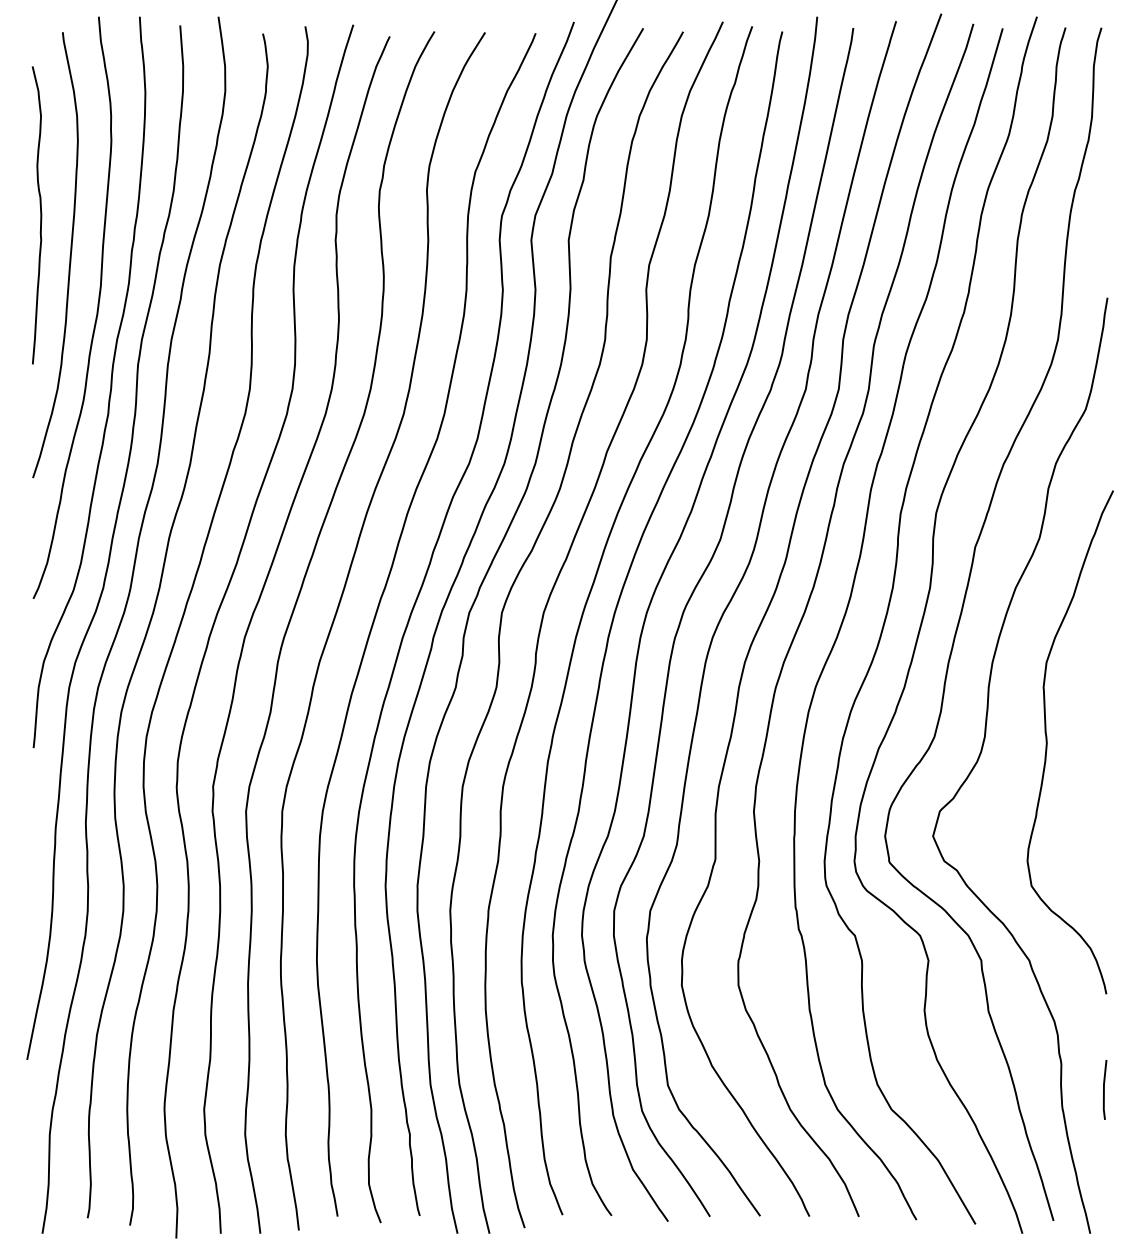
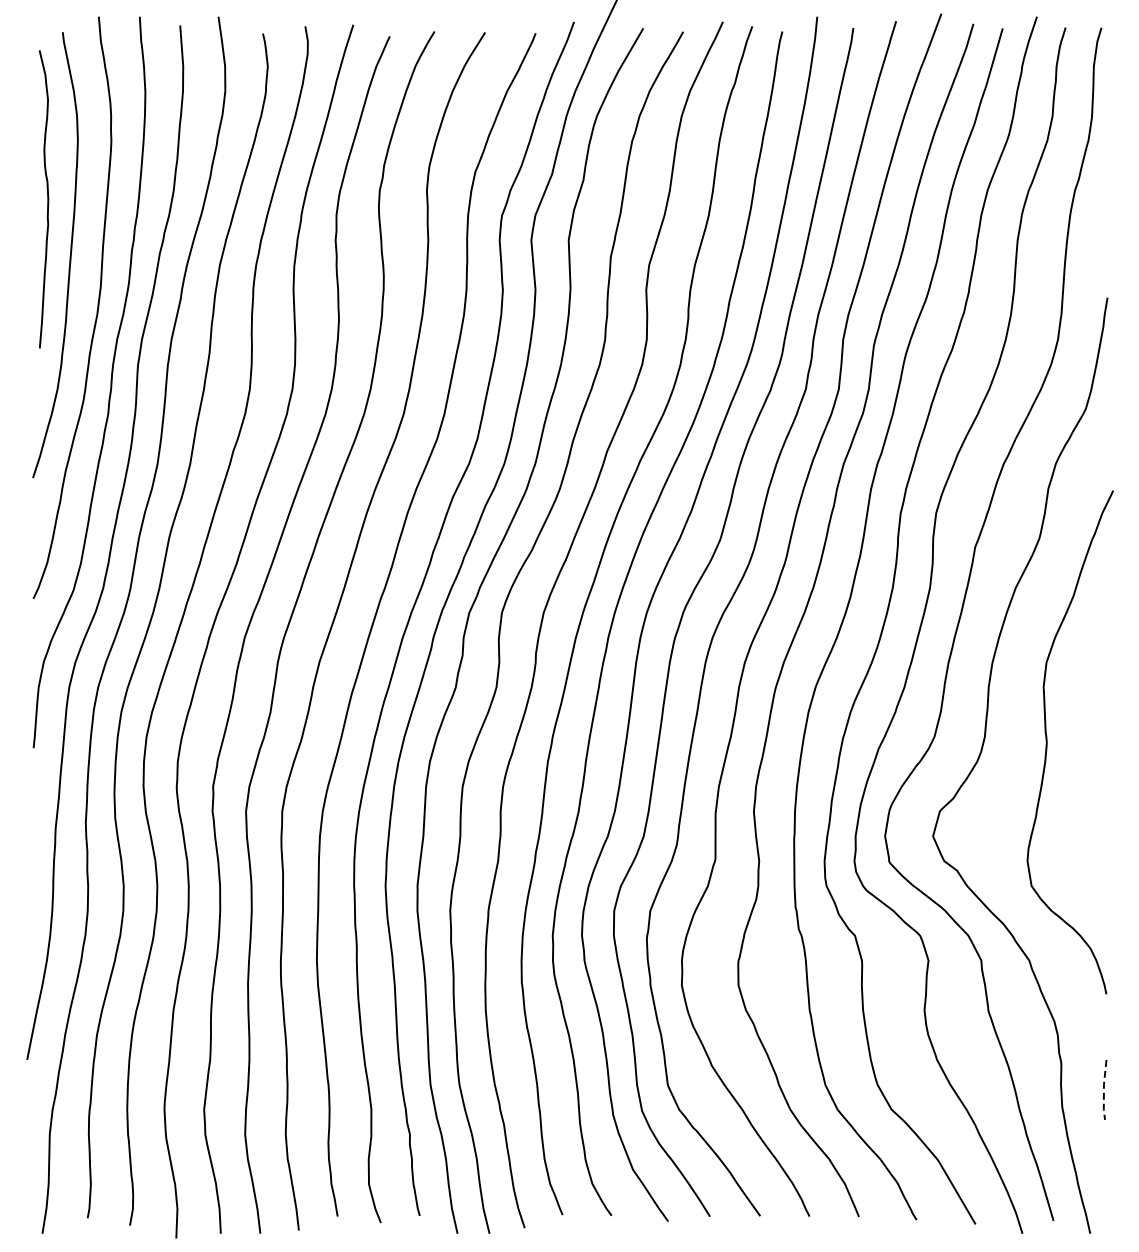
curve at (40, 215) position: (40, 215) -> (47, 199)
line at (1103, 1090): solid -> dashed
